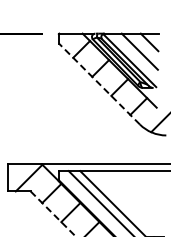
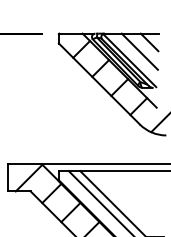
line at (99, 83): dashed -> solid
line at (53, 213): dashed -> solid
